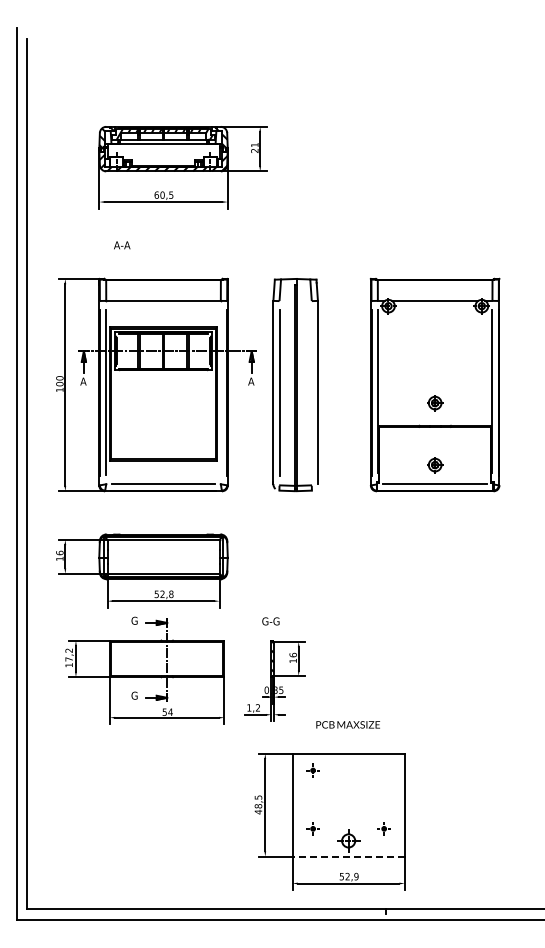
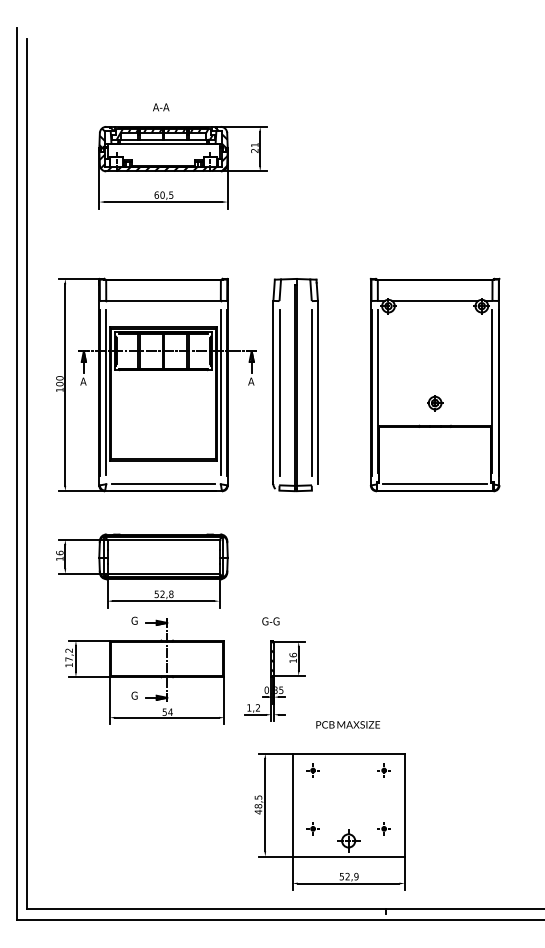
text at (122, 245) position: (122, 245) -> (161, 107)
line at (220, 392): none -> present
line at (311, 393): none -> present
part at (435, 465): present -> none
part at (383, 770): none -> present
line at (348, 856): dashed -> solid
